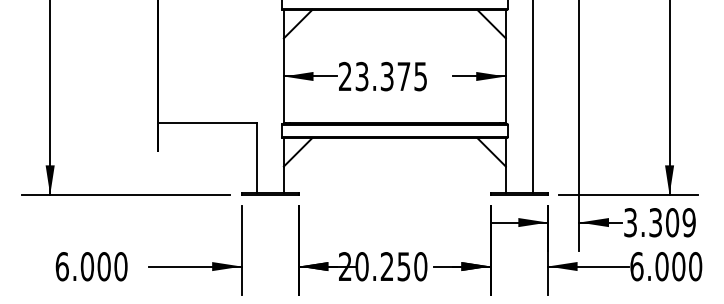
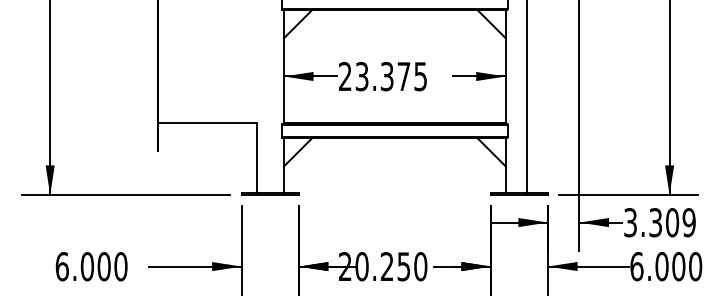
line at (533, 97) position: (533, 97) -> (527, 97)
